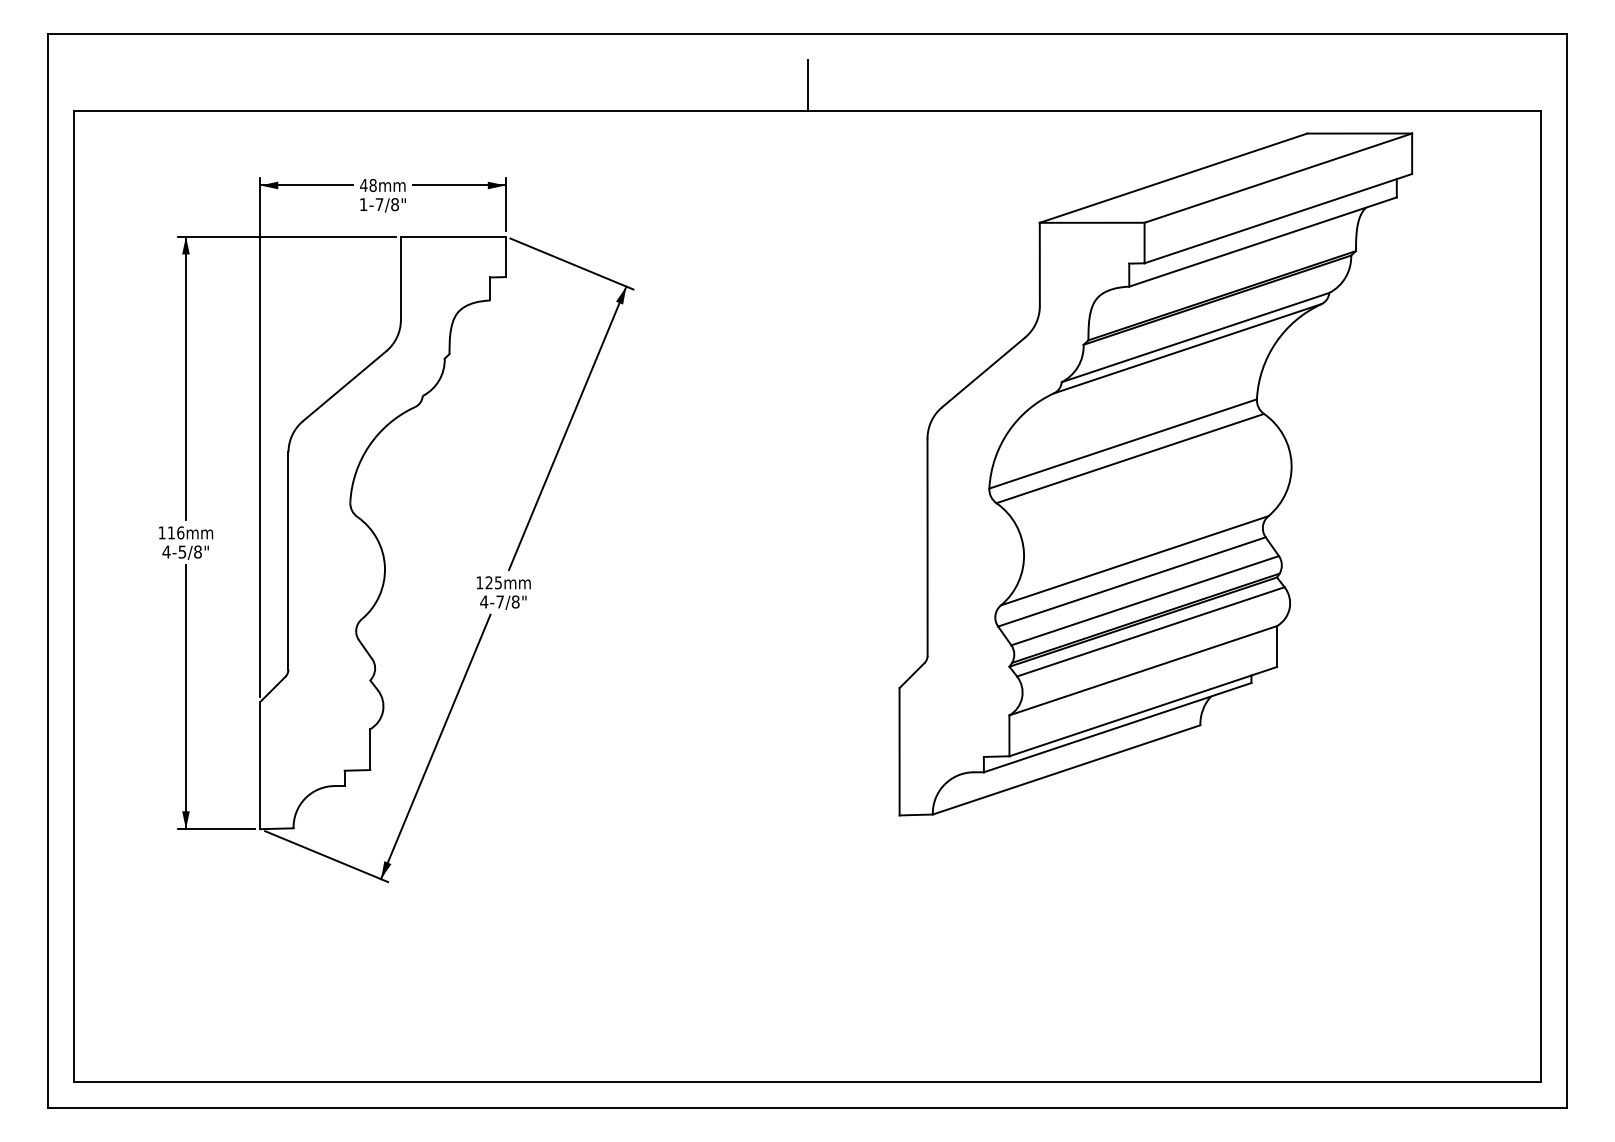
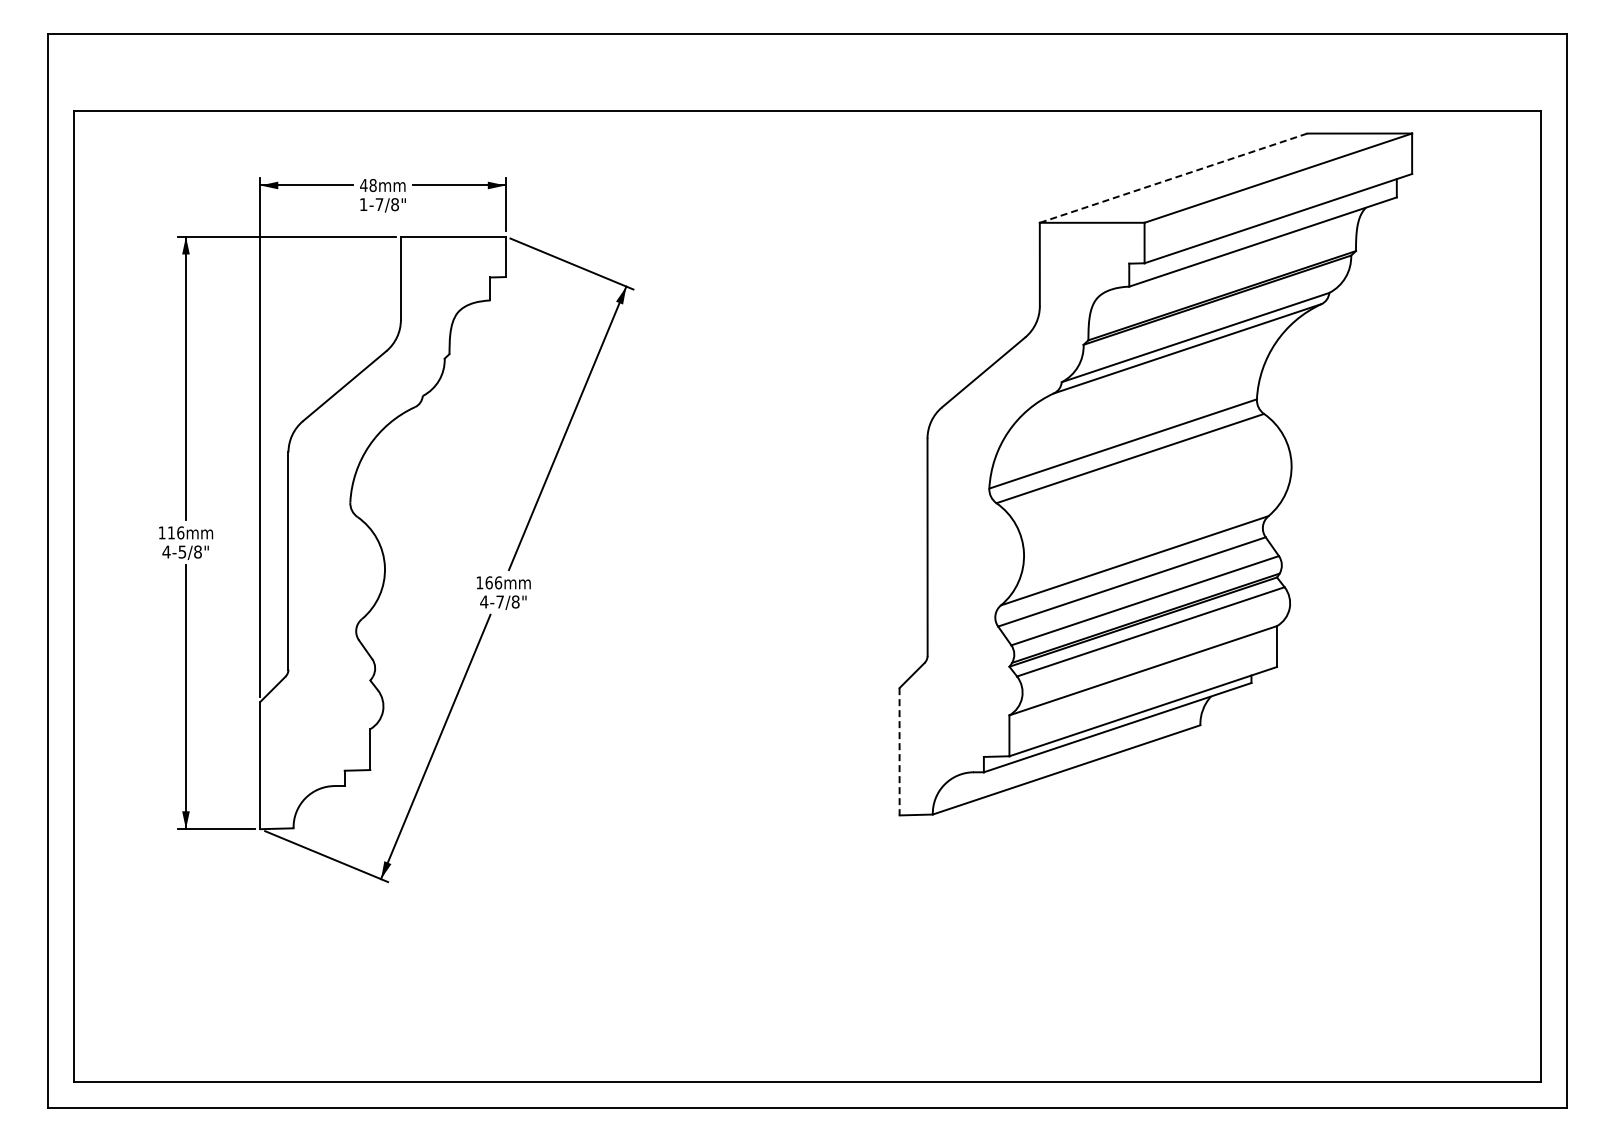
line at (807, 84): present -> none
line at (1173, 178): solid -> dashed
text at (493, 582): 125 -> 166
line at (899, 751): solid -> dashed
